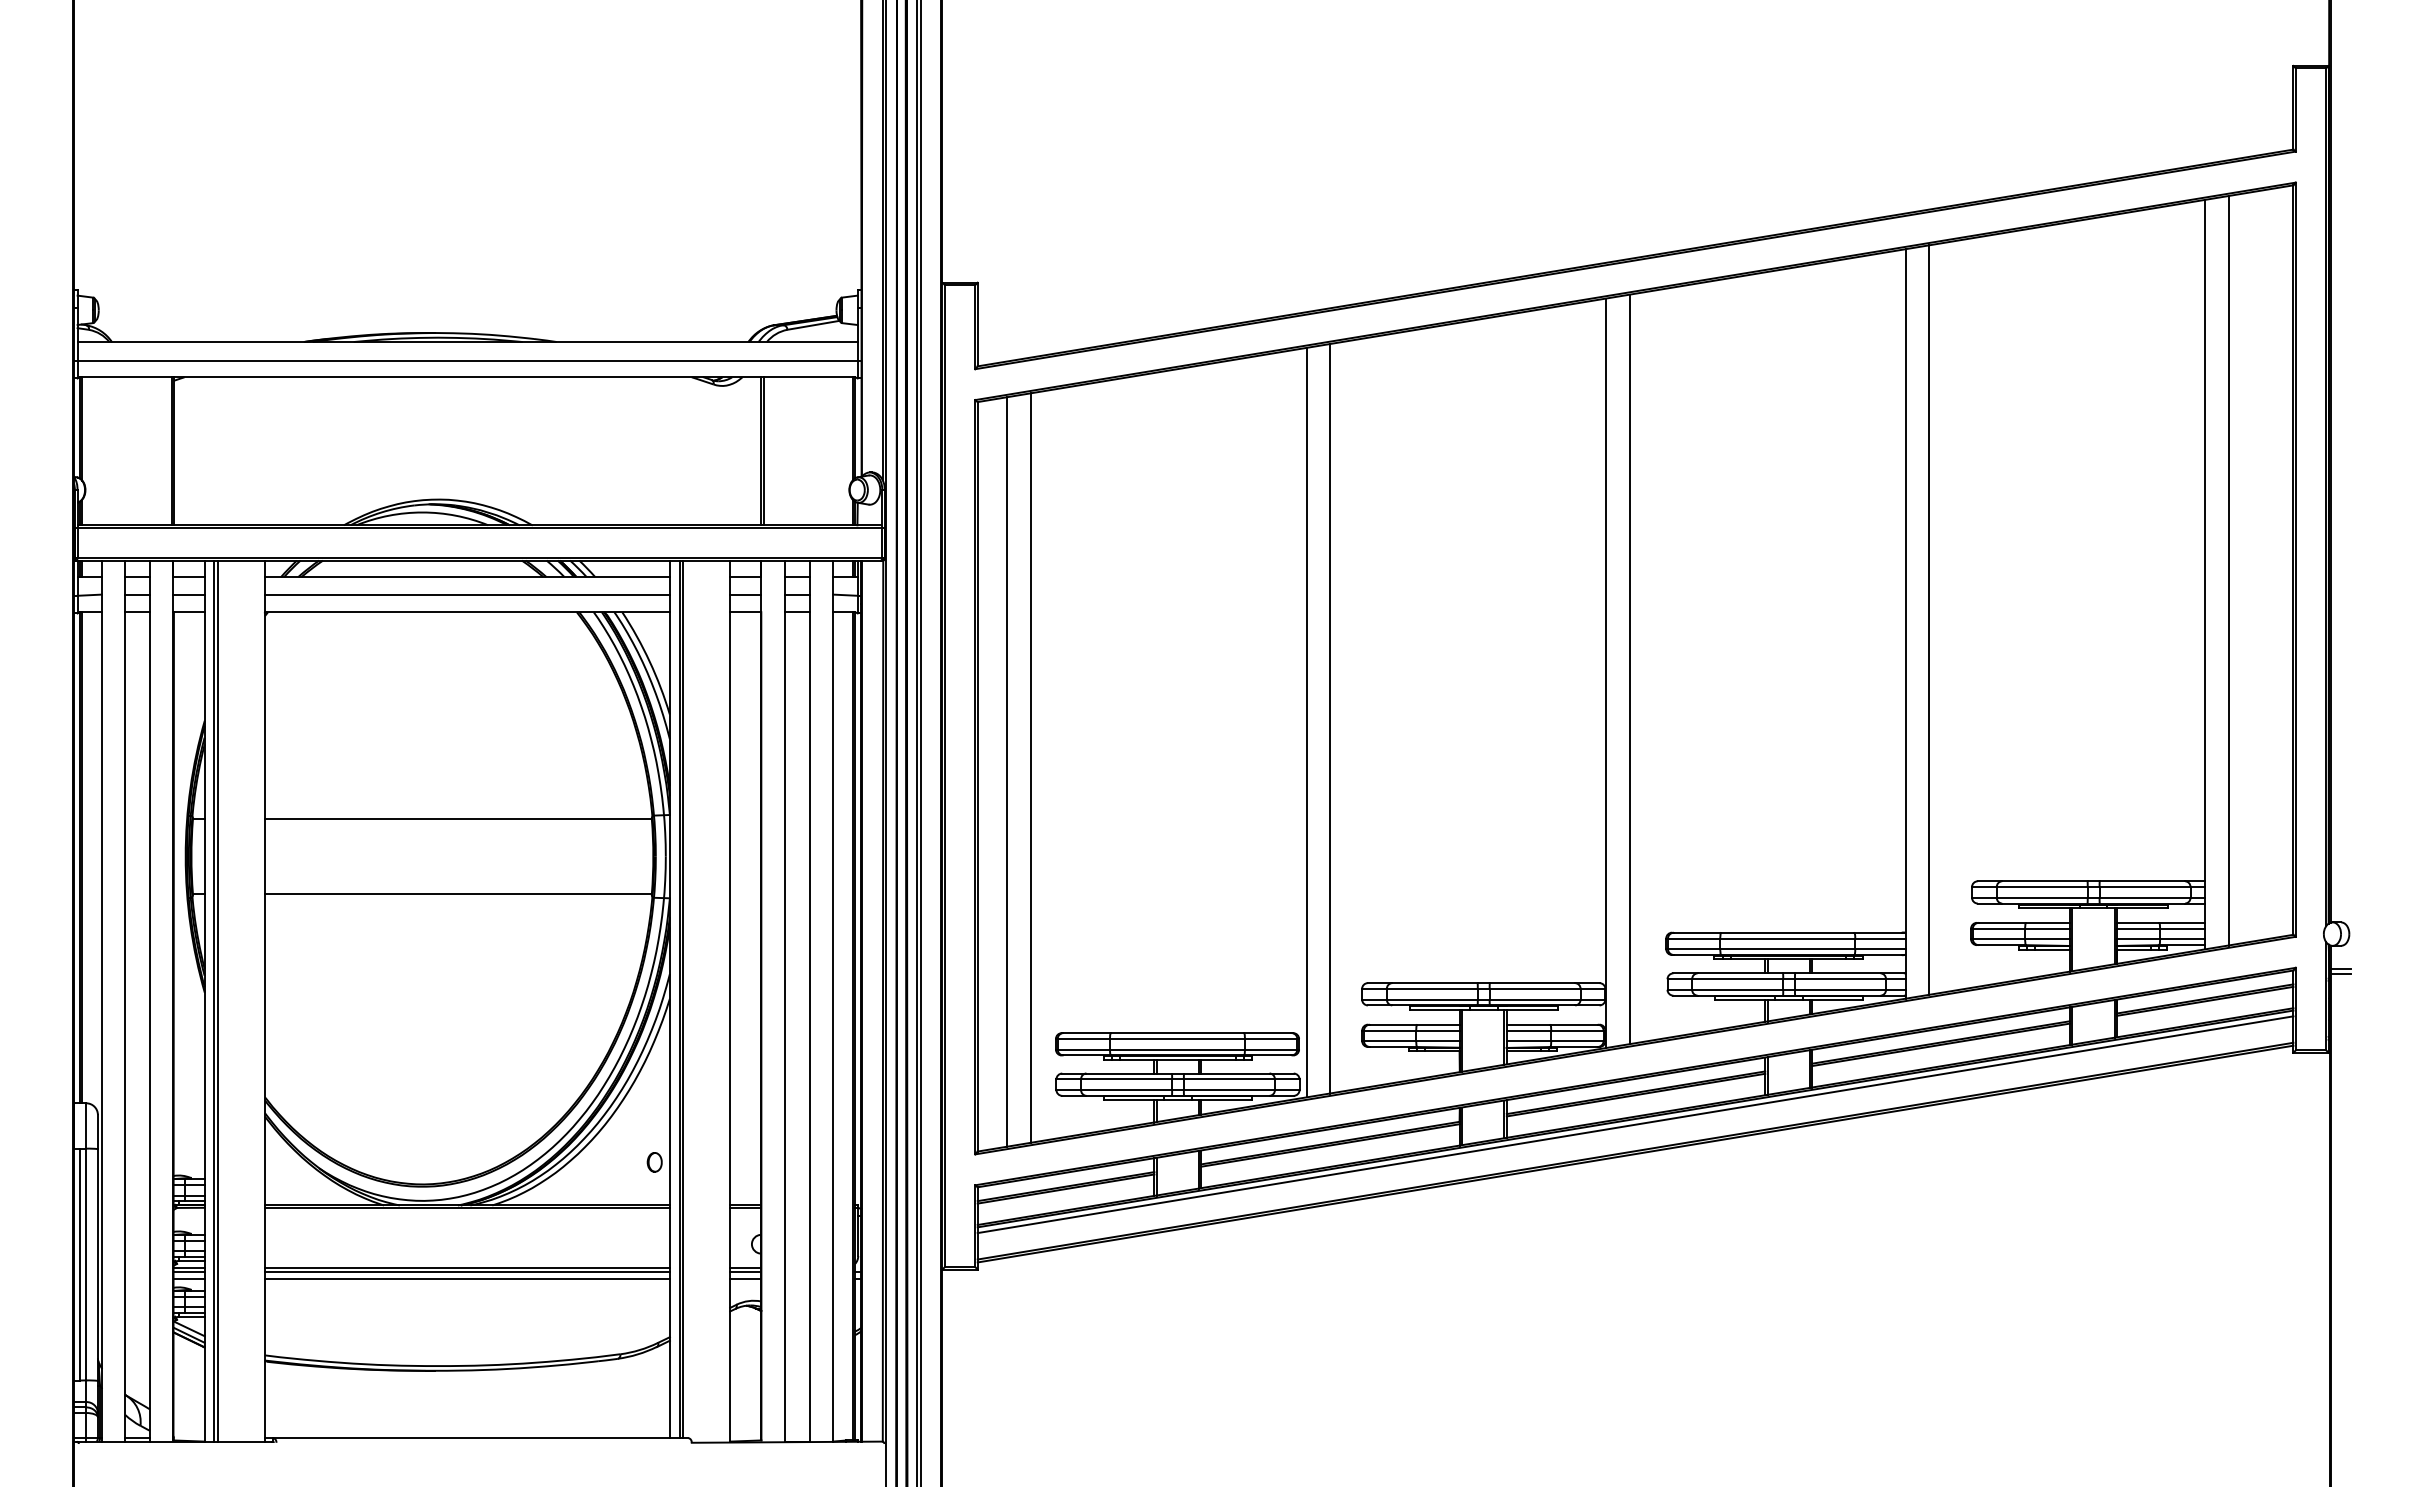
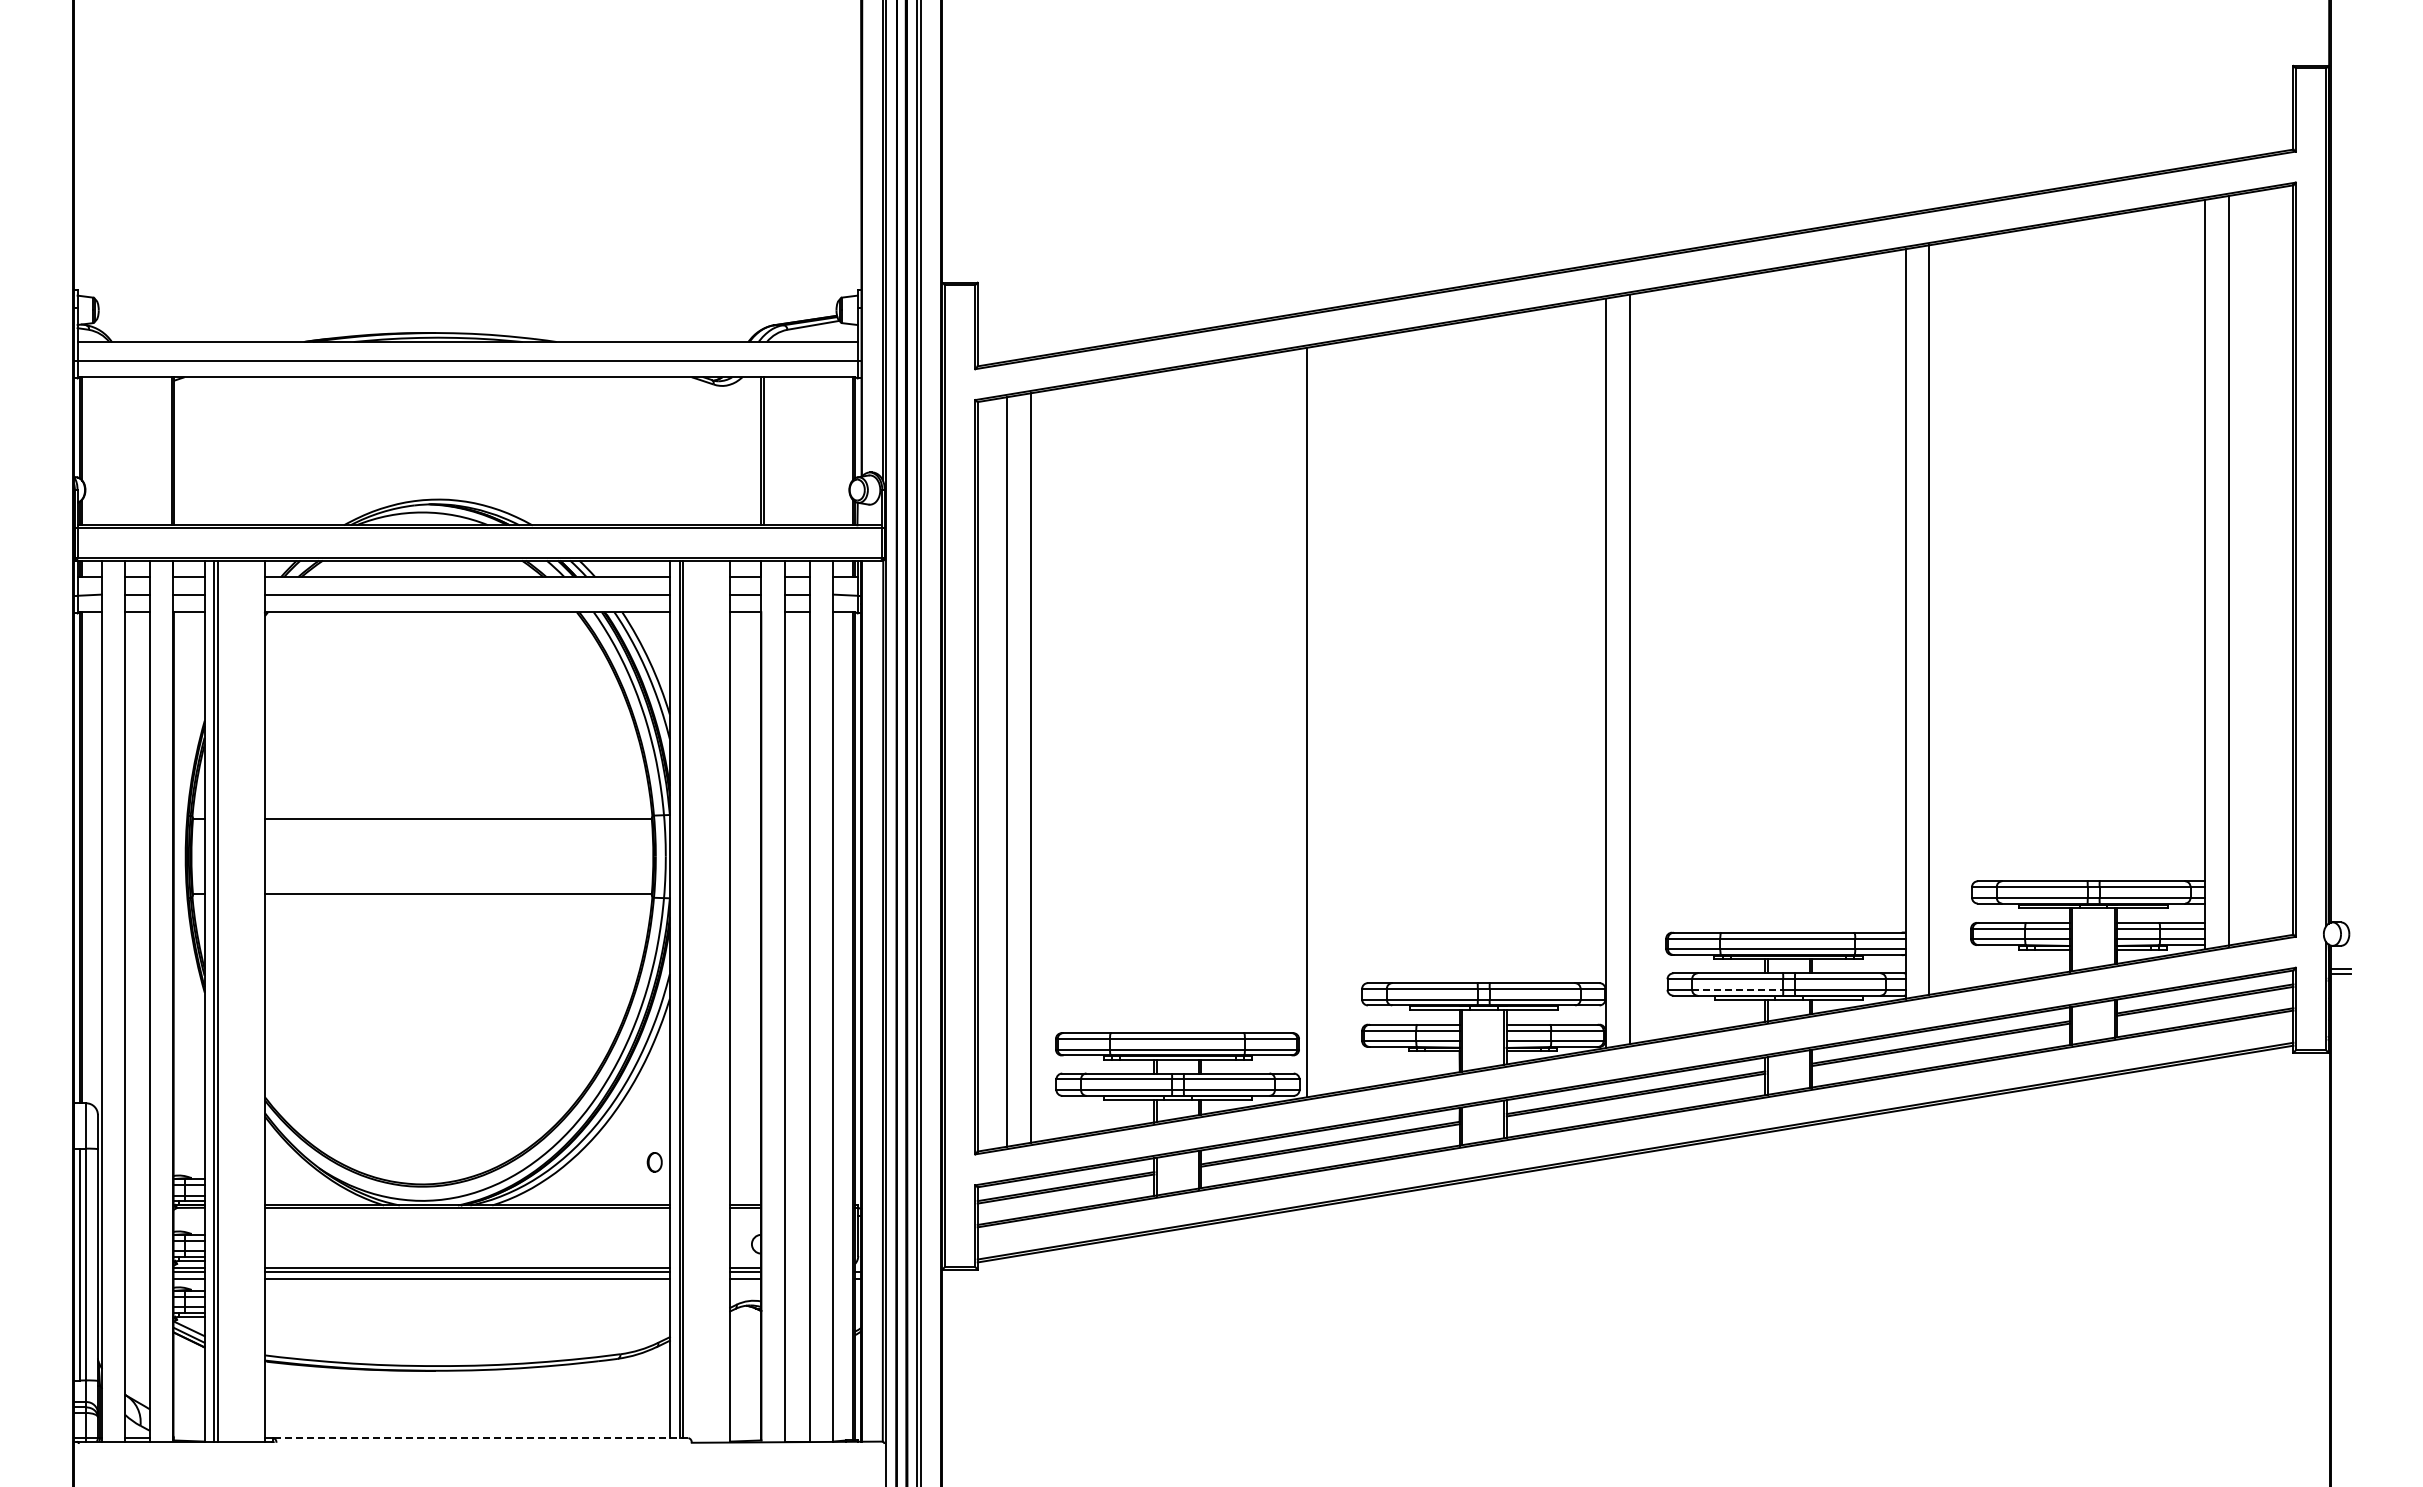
line at (1330, 718): present -> none
line at (1737, 989): solid -> dashed
line at (1635, 1124): present -> none
line at (480, 1438): solid -> dashed
